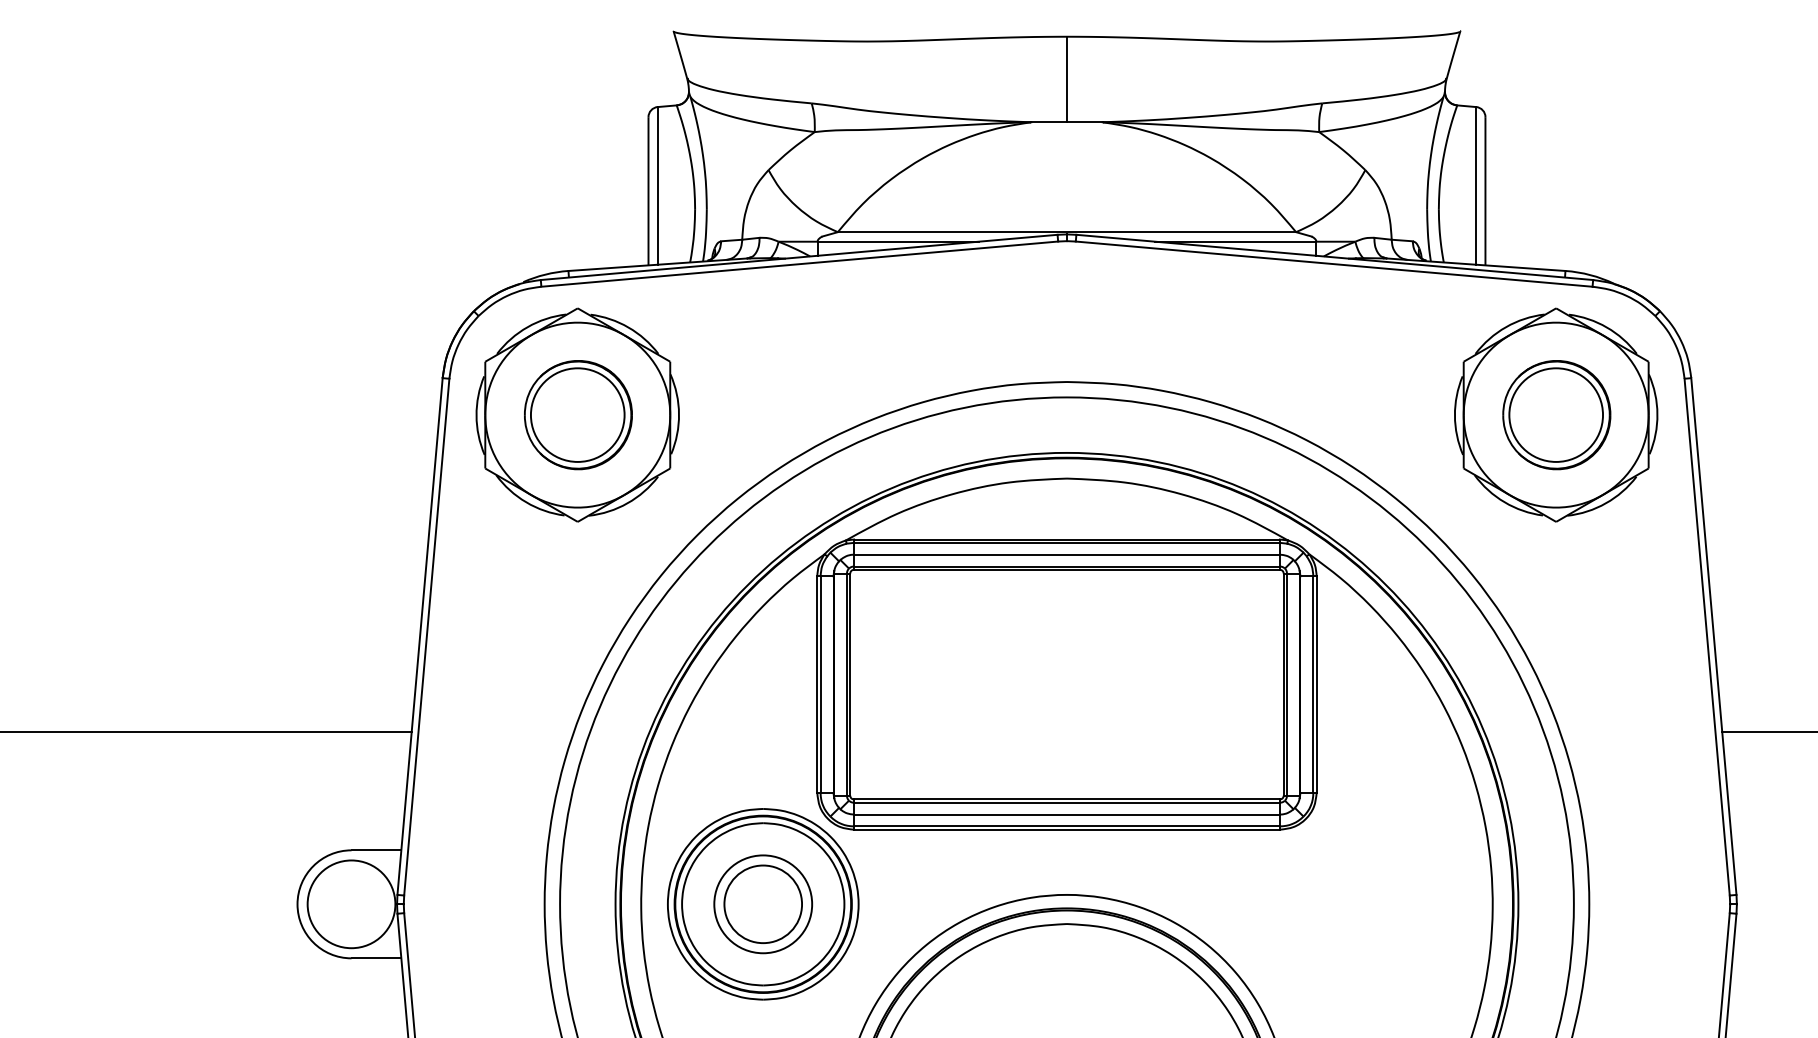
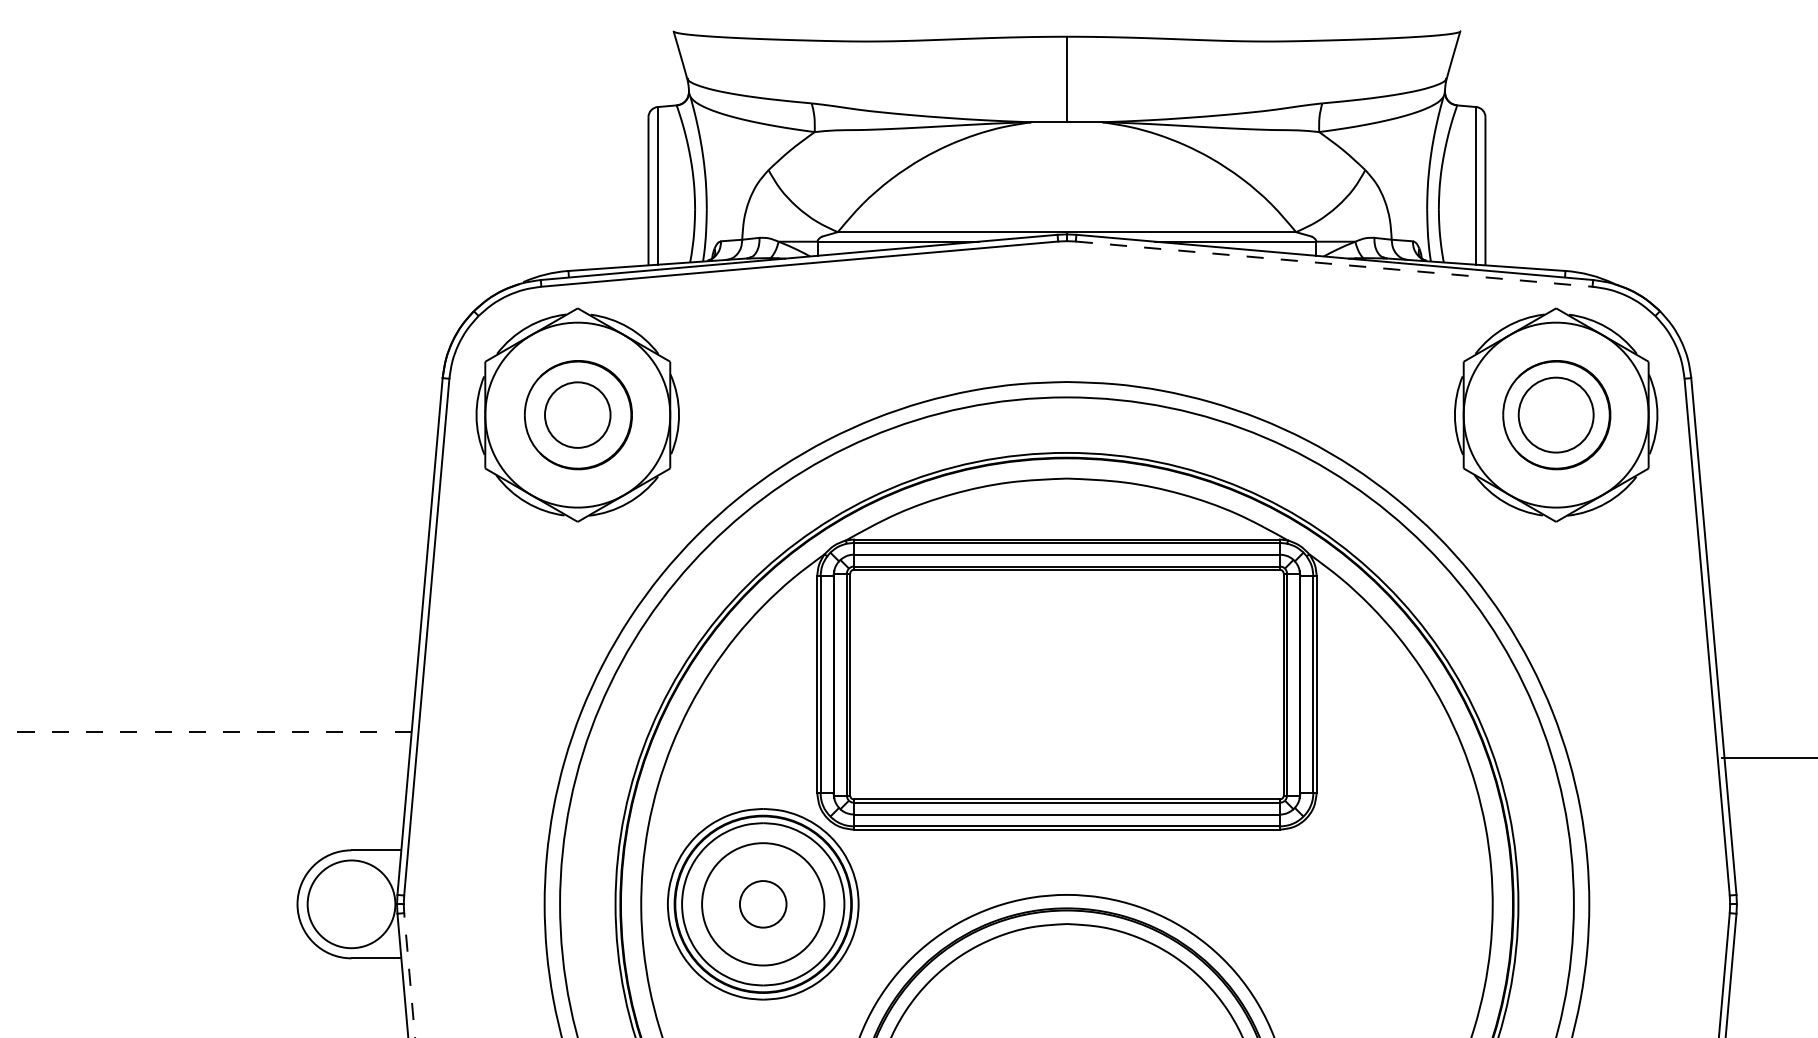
line at (1334, 264): solid -> dashed
circle at (577, 414) diameter: 94 px -> 66 px
circle at (1556, 414) diameter: 94 px -> 75 px
line at (205, 732): solid -> dashed
line at (1768, 732) position: (1768, 732) -> (1768, 758)
circle at (763, 904) diameter: 78 px -> 47 px
circle at (763, 904) diameter: 98 px -> 122 px
line at (409, 974): solid -> dashed
